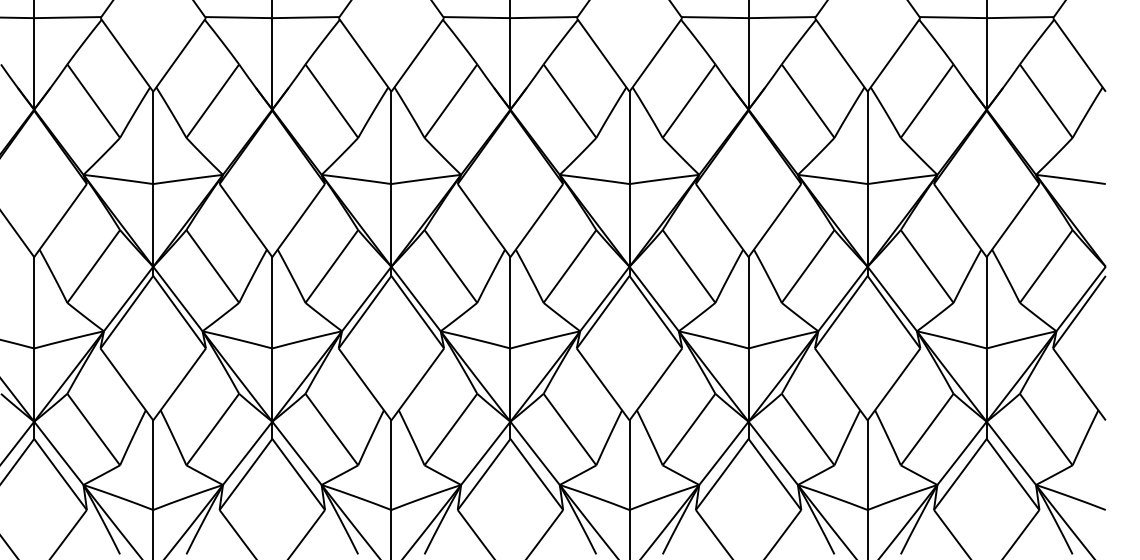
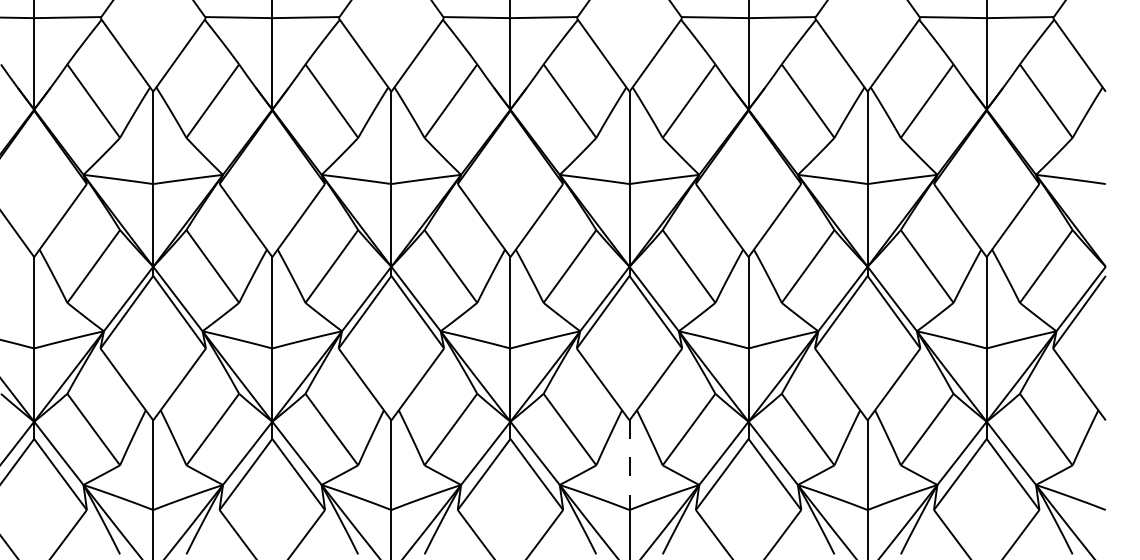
line at (629, 465): solid -> dashed
